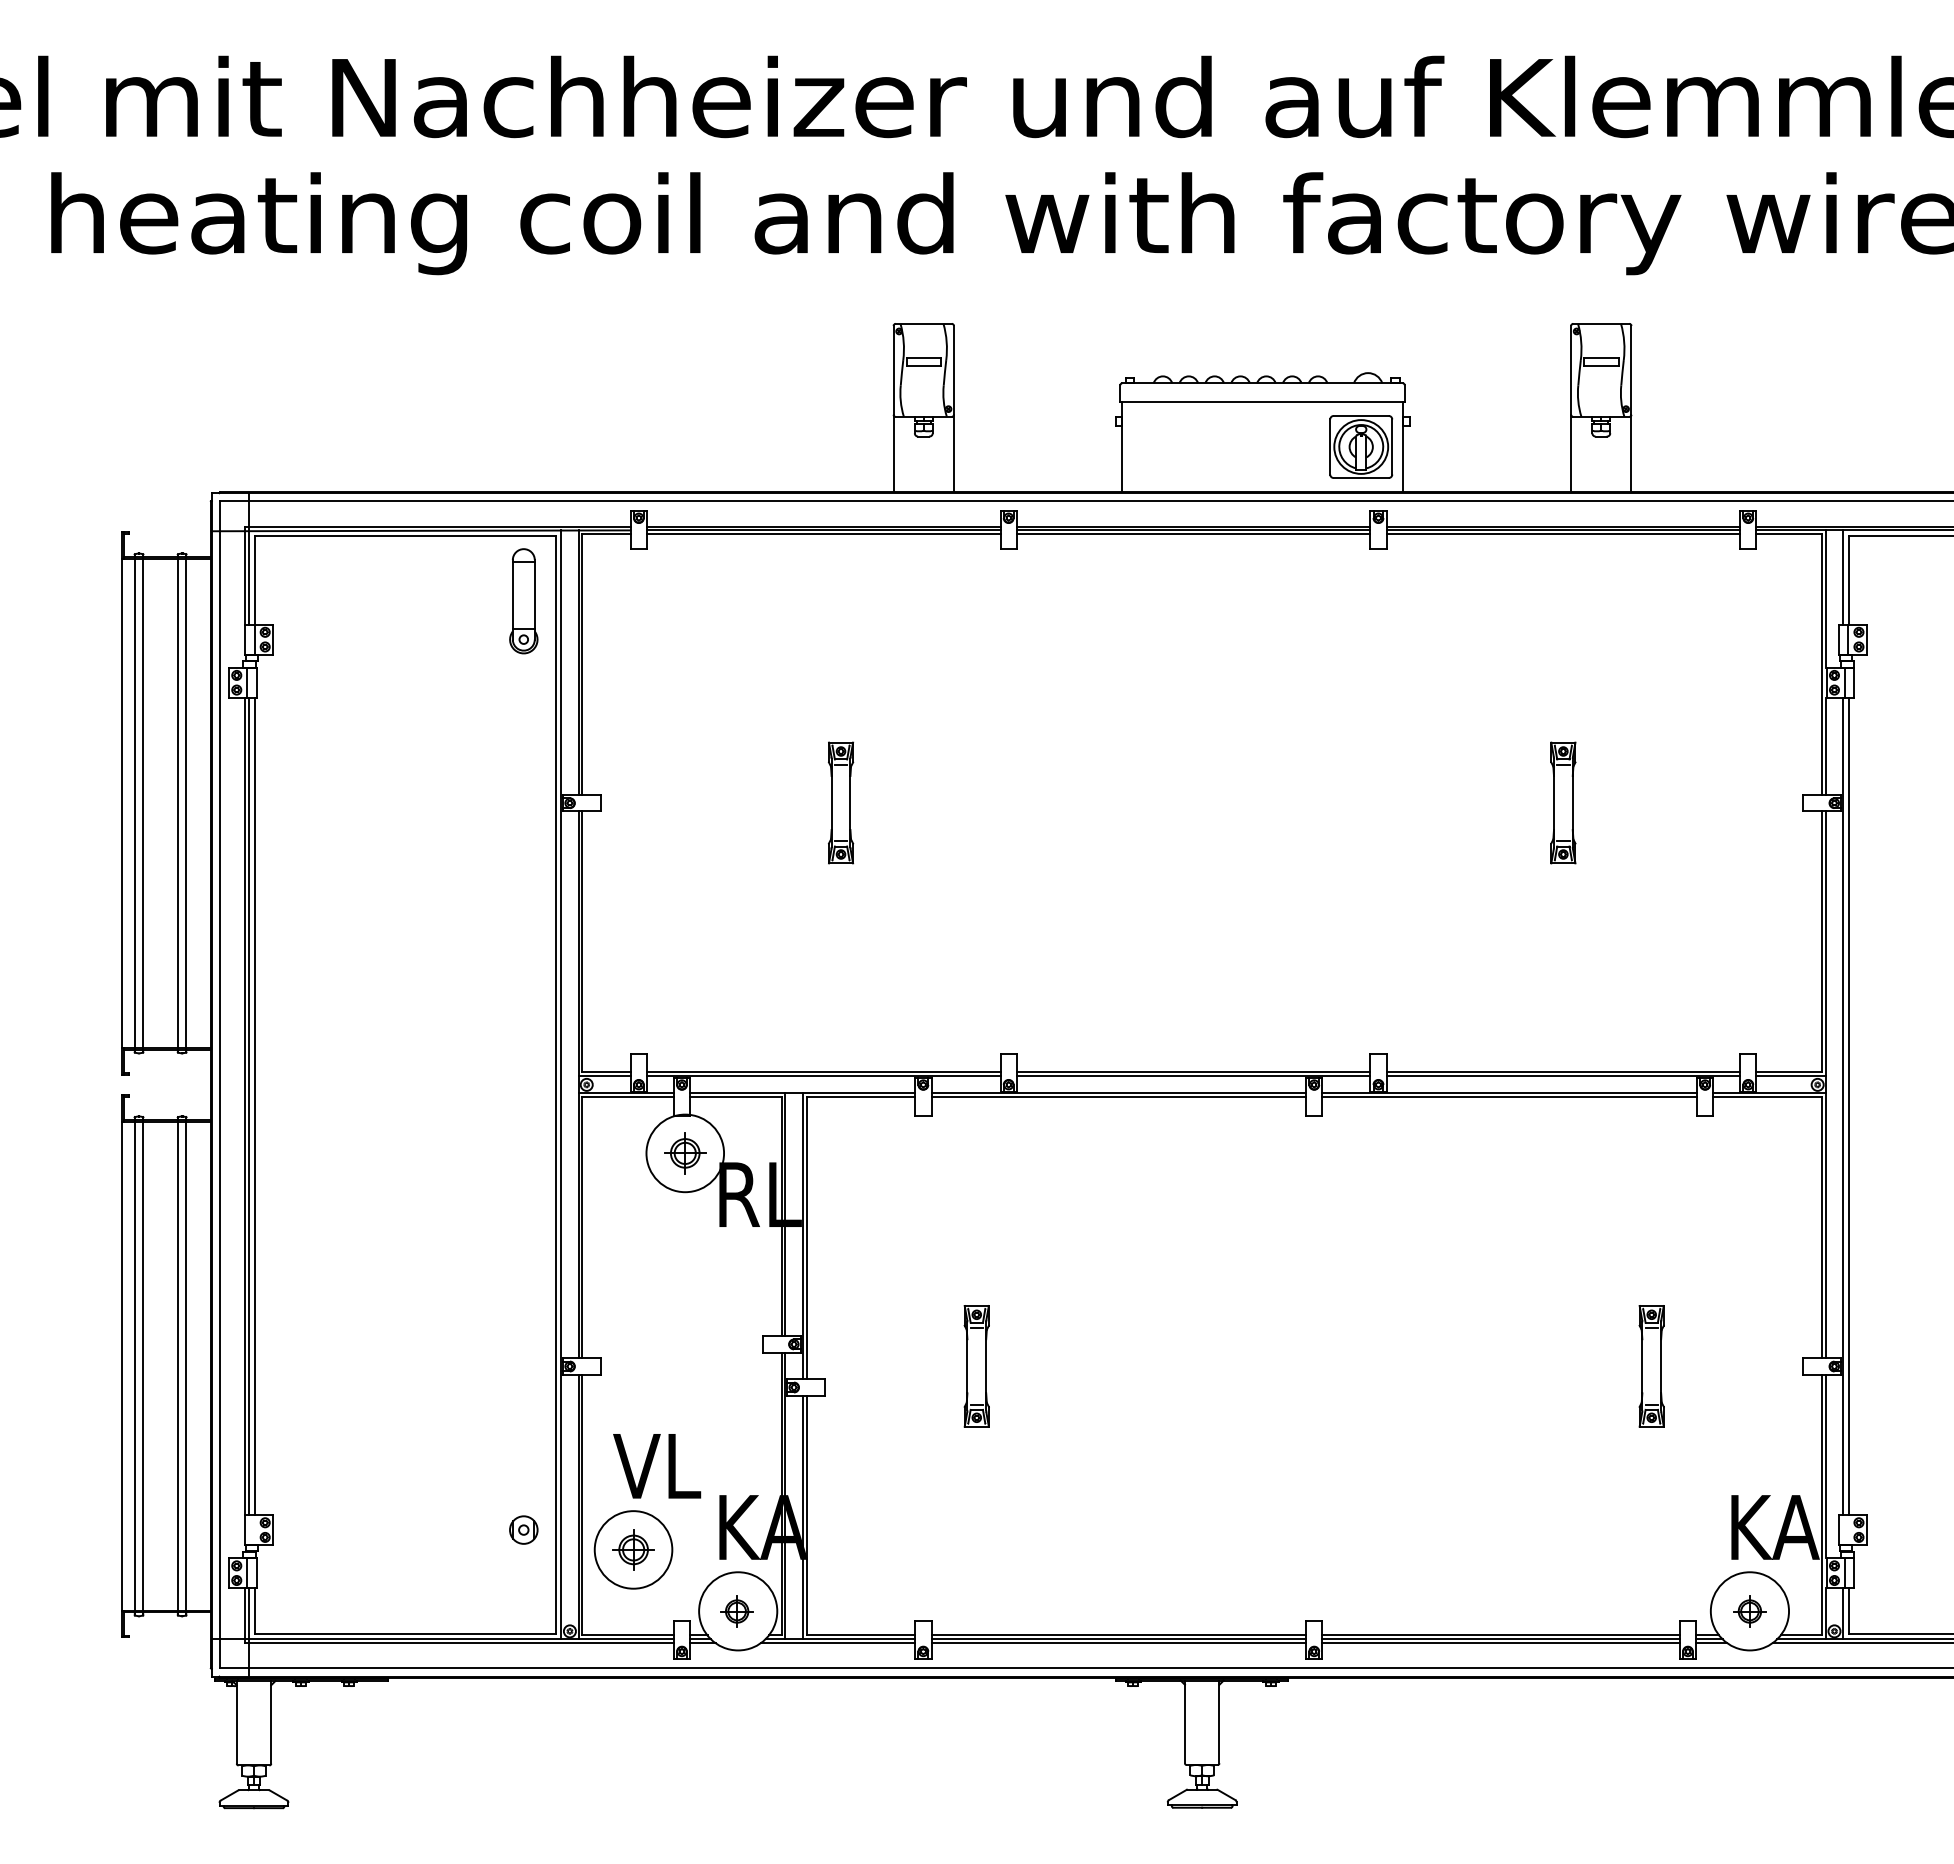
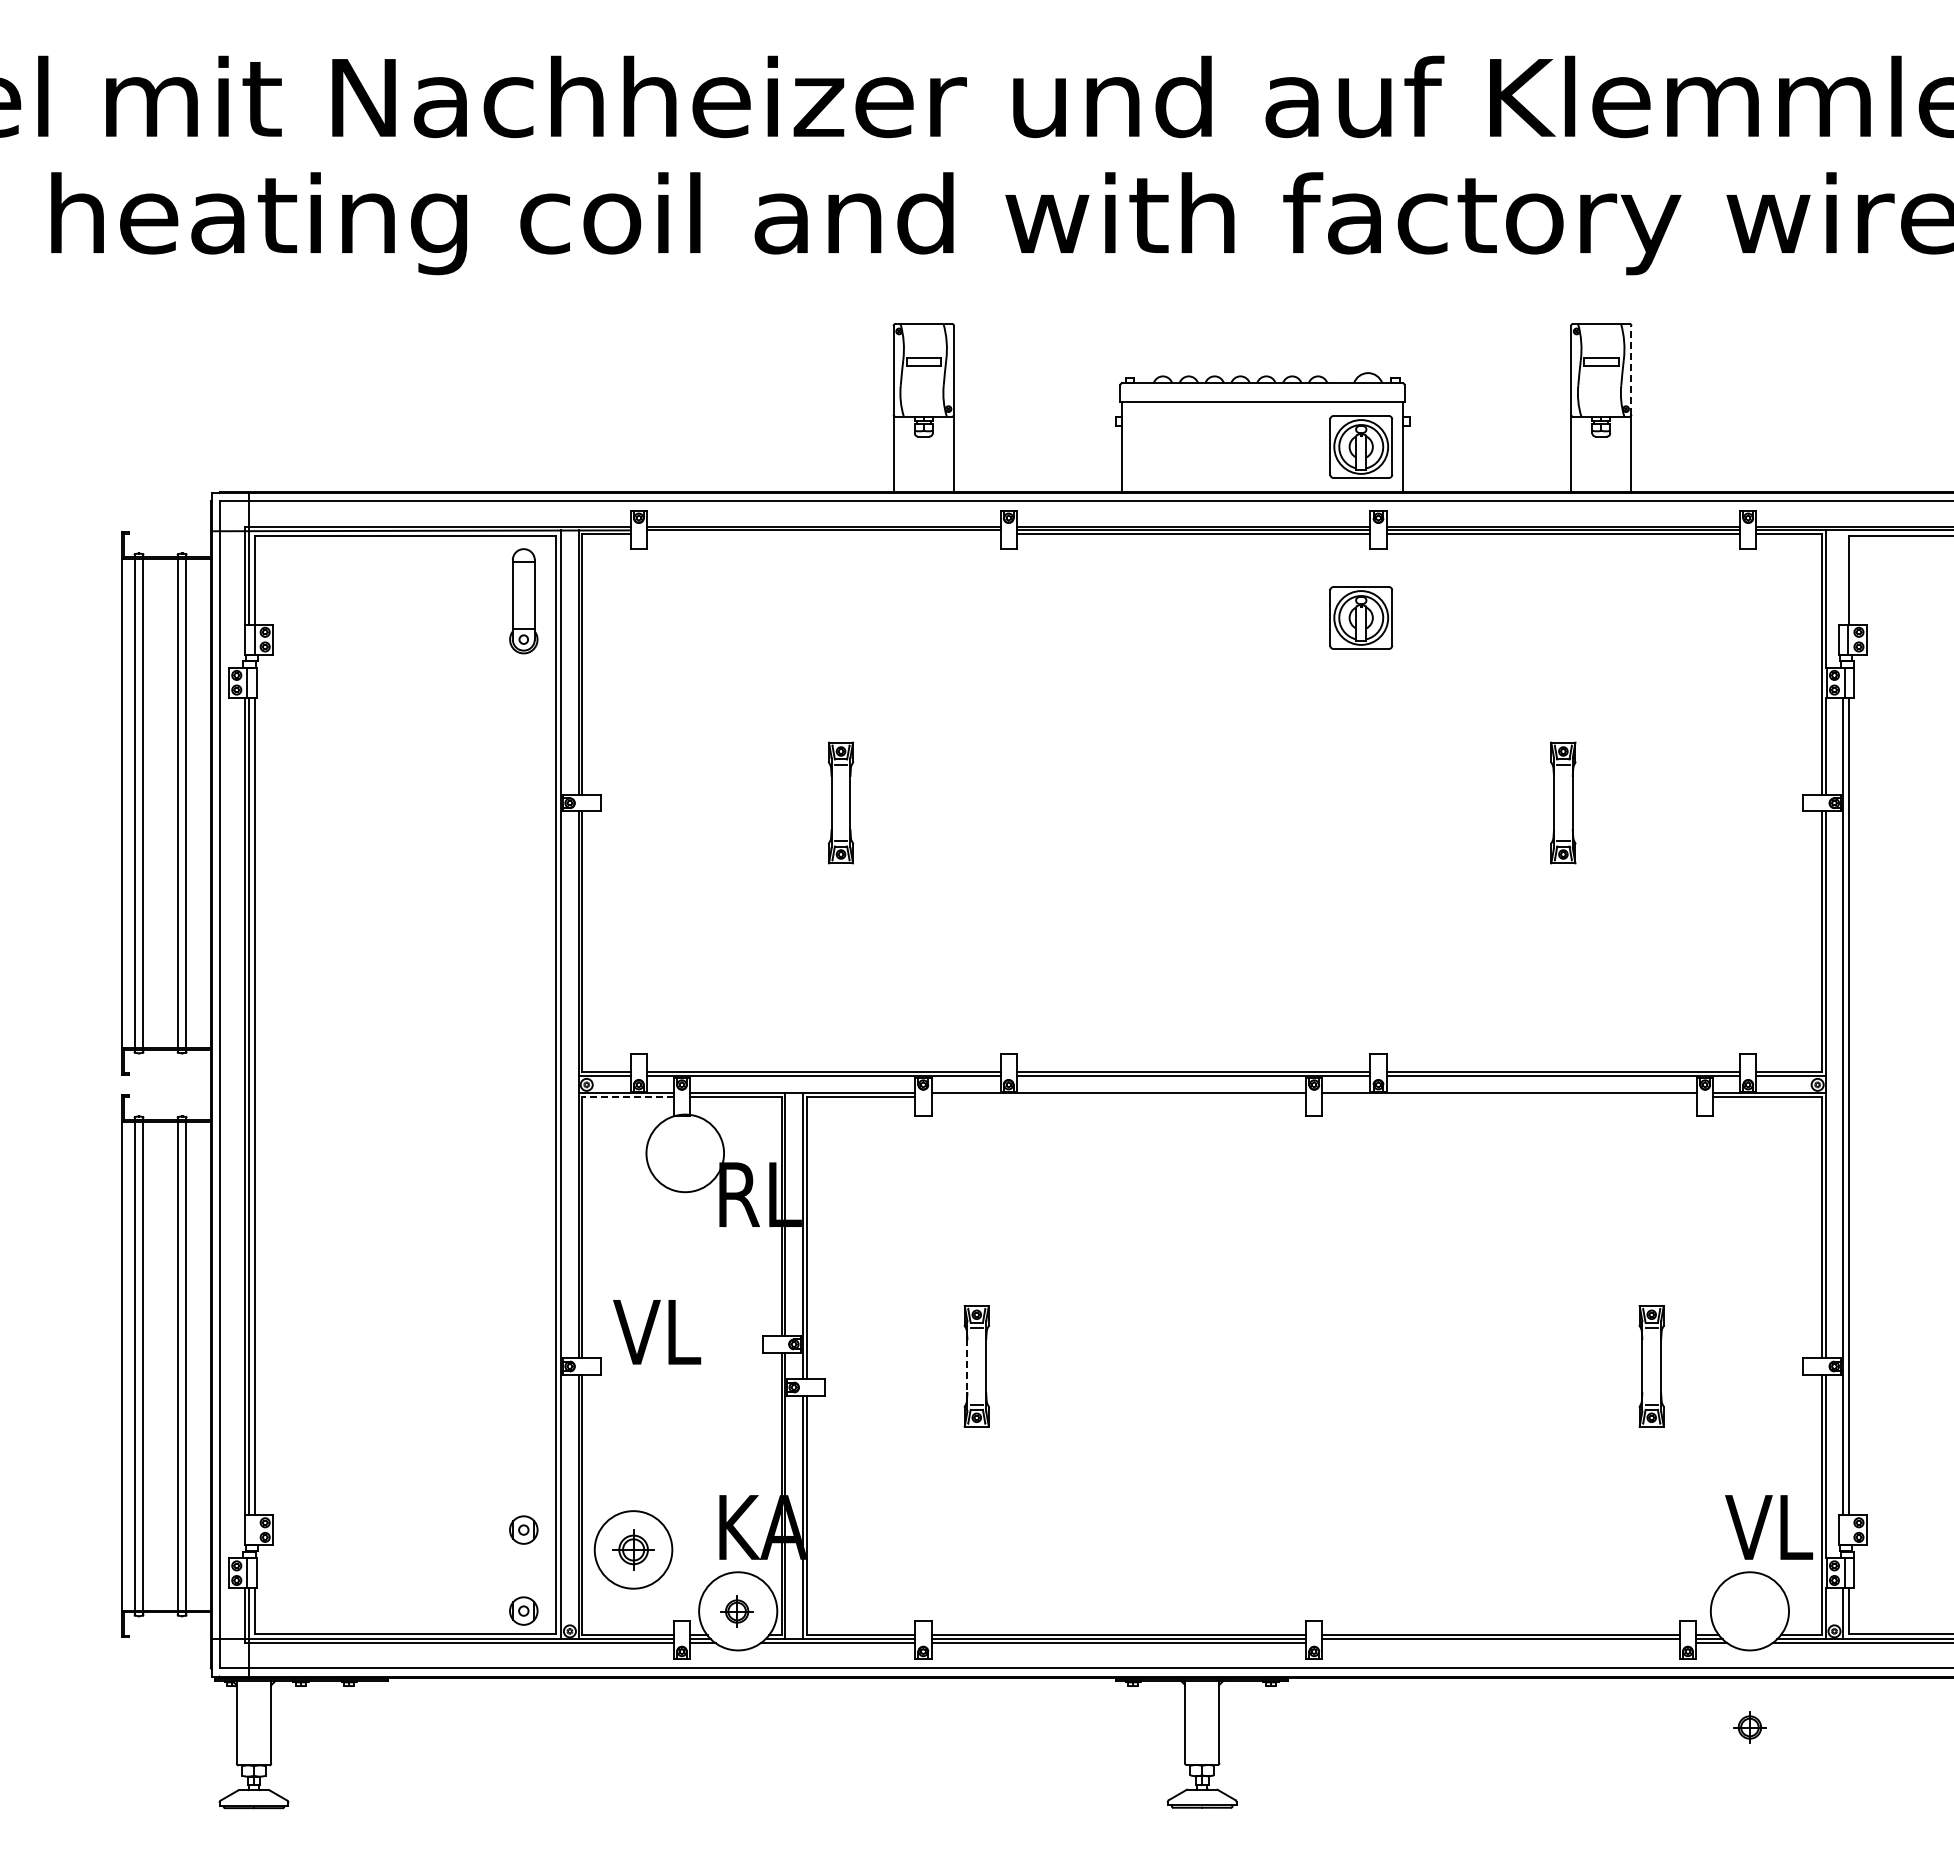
line at (1631, 369): solid -> dashed
line at (823, 534): present -> none
line at (1843, 577): present -> none
part at (1361, 617): none -> present
line at (628, 1097): solid -> dashed
line at (1118, 1097): present -> none
line at (1509, 1097): present -> none
part at (685, 1153): present -> none
line at (967, 1366): solid -> dashed
text at (657, 1466) position: (657, 1466) -> (657, 1332)
text at (1772, 1527): KA -> VL
part at (523, 1610): none -> present
part at (1749, 1611) position: (1749, 1611) -> (1749, 1727)
line at (1500, 1643): present -> none
